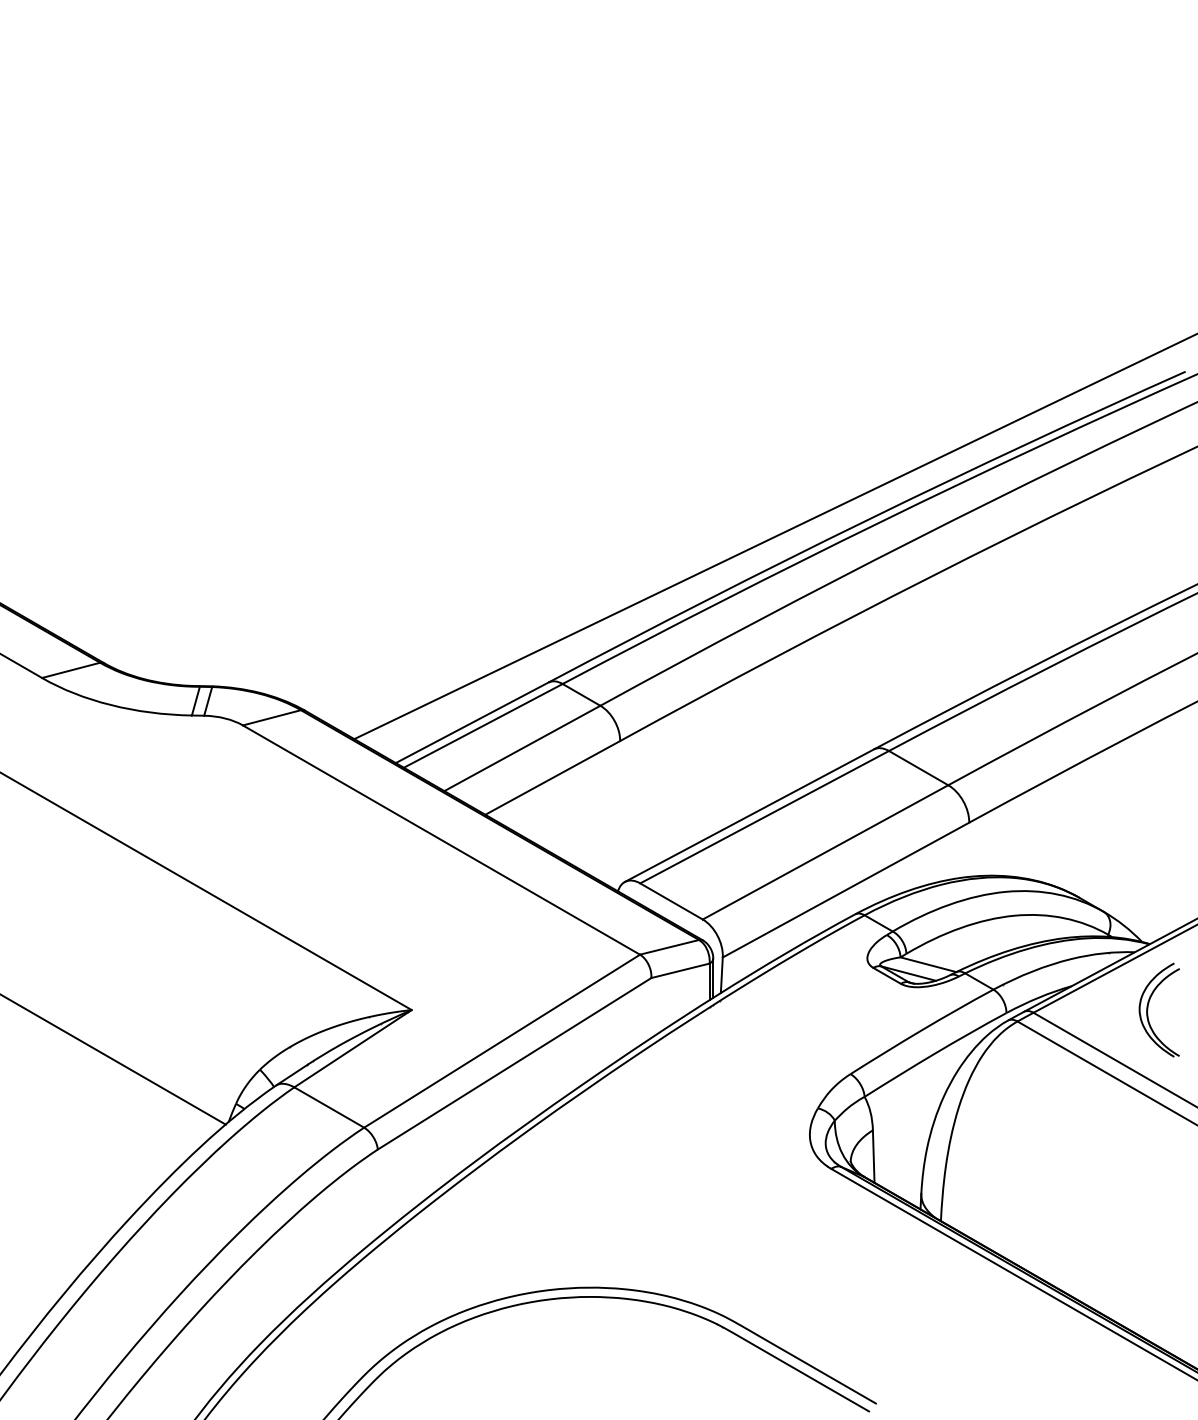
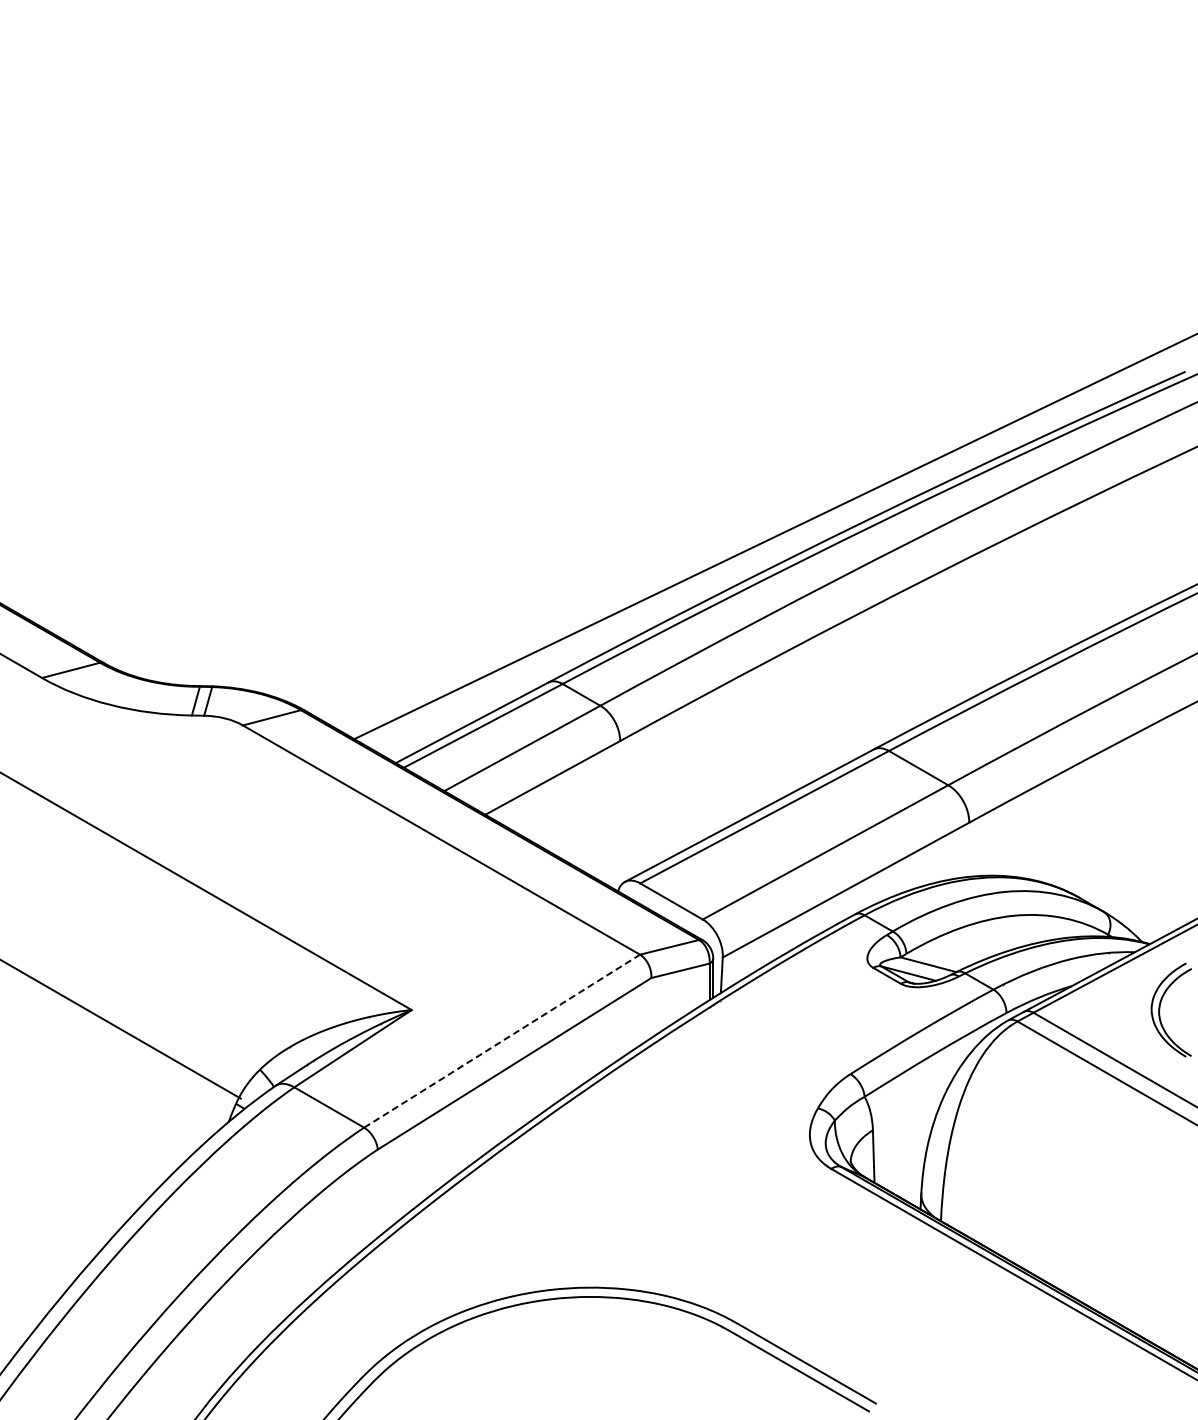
part at (1148, 1009) position: (1148, 1009) -> (1160, 1009)
line at (502, 1041): solid -> dashed
line at (113, 1059) position: (113, 1059) -> (121, 1029)
